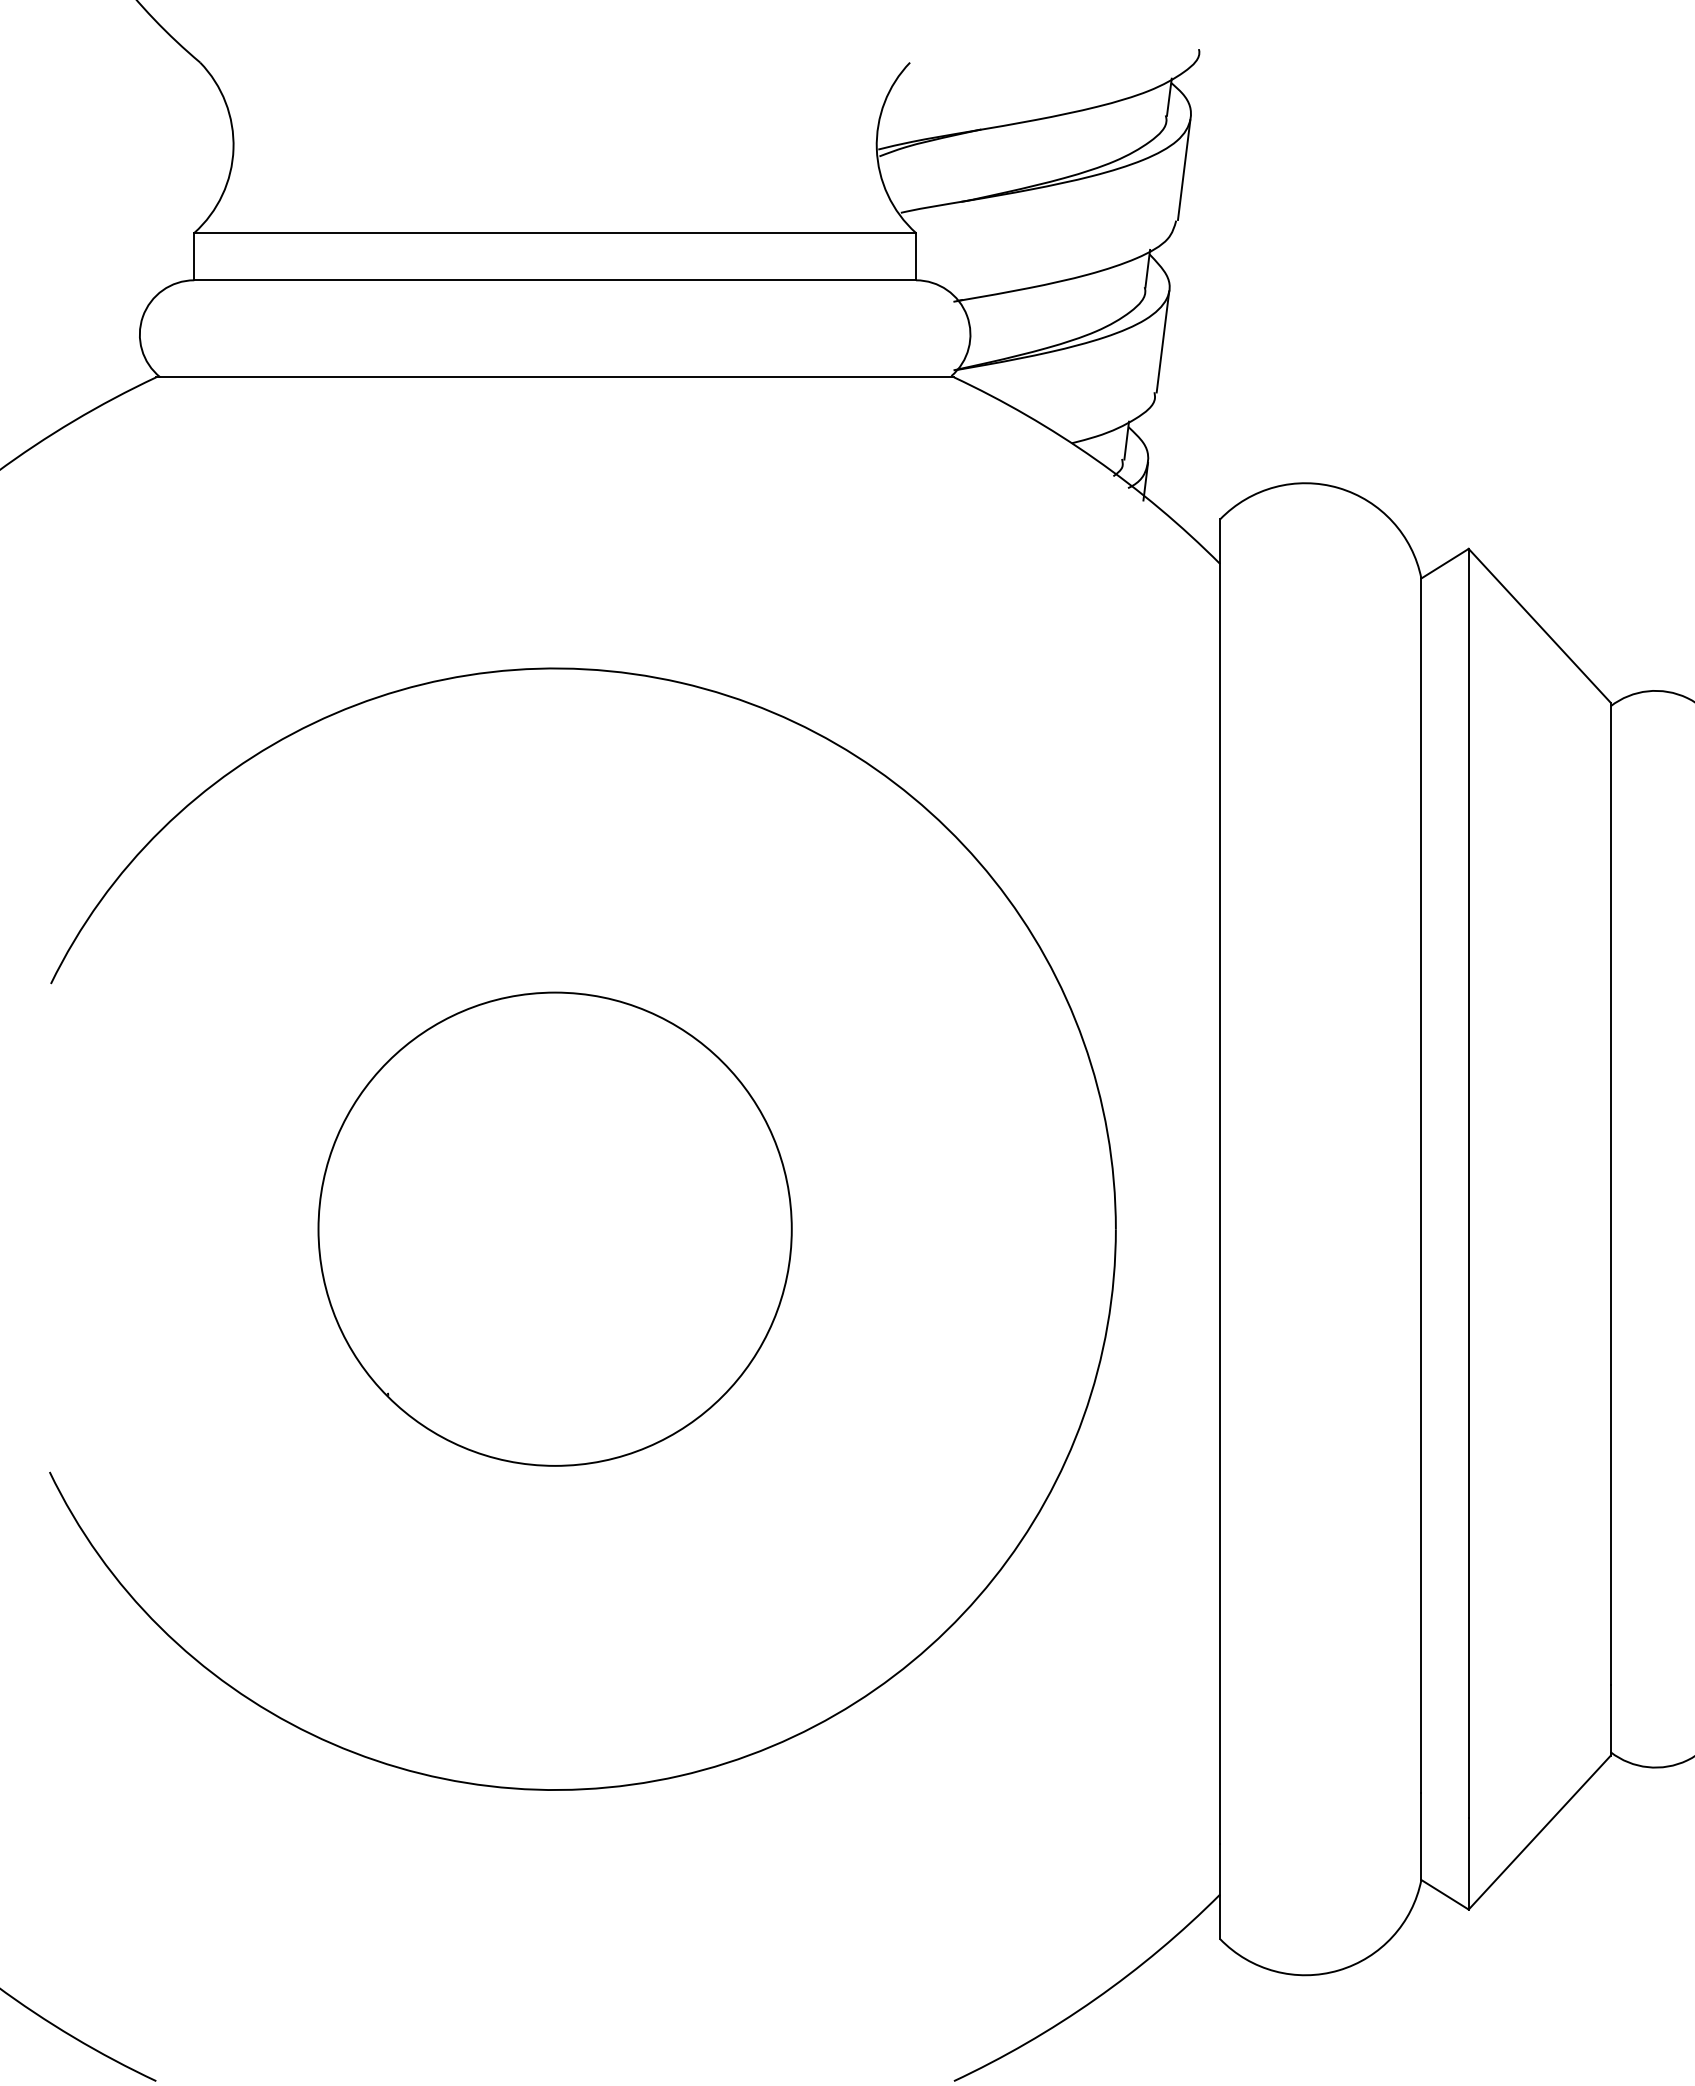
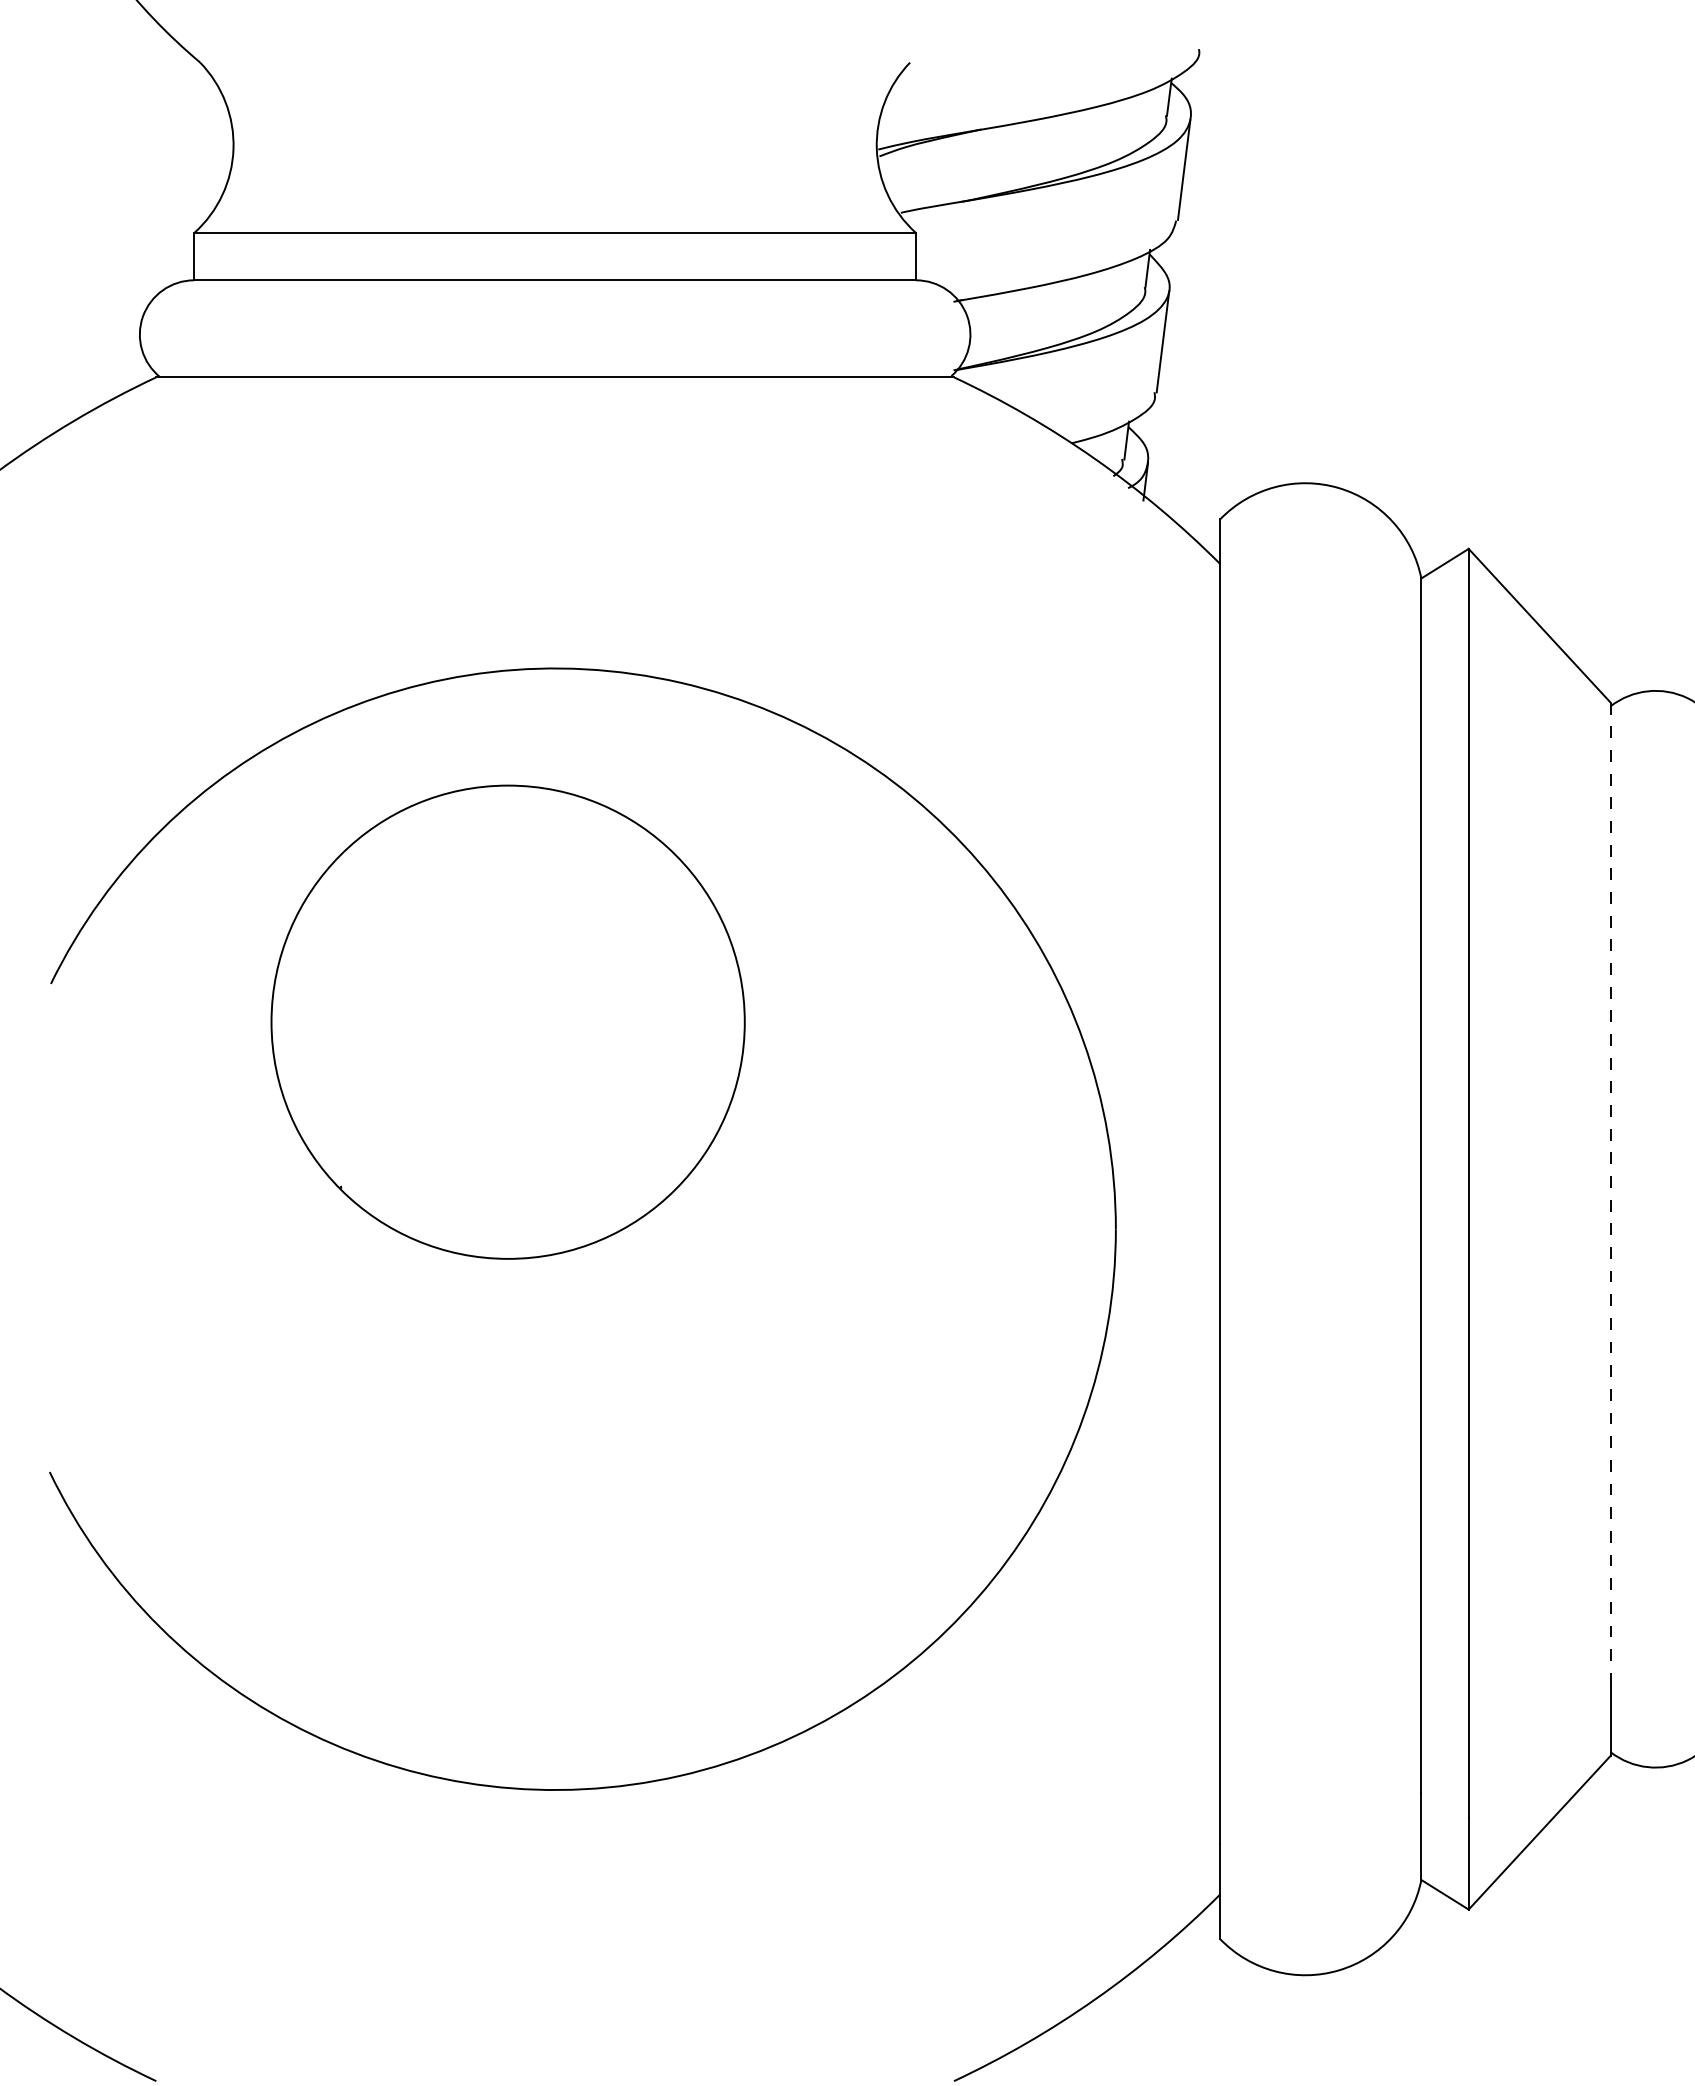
line at (1610, 1194): solid -> dashed
part at (554, 1228) position: (554, 1228) -> (507, 1021)
